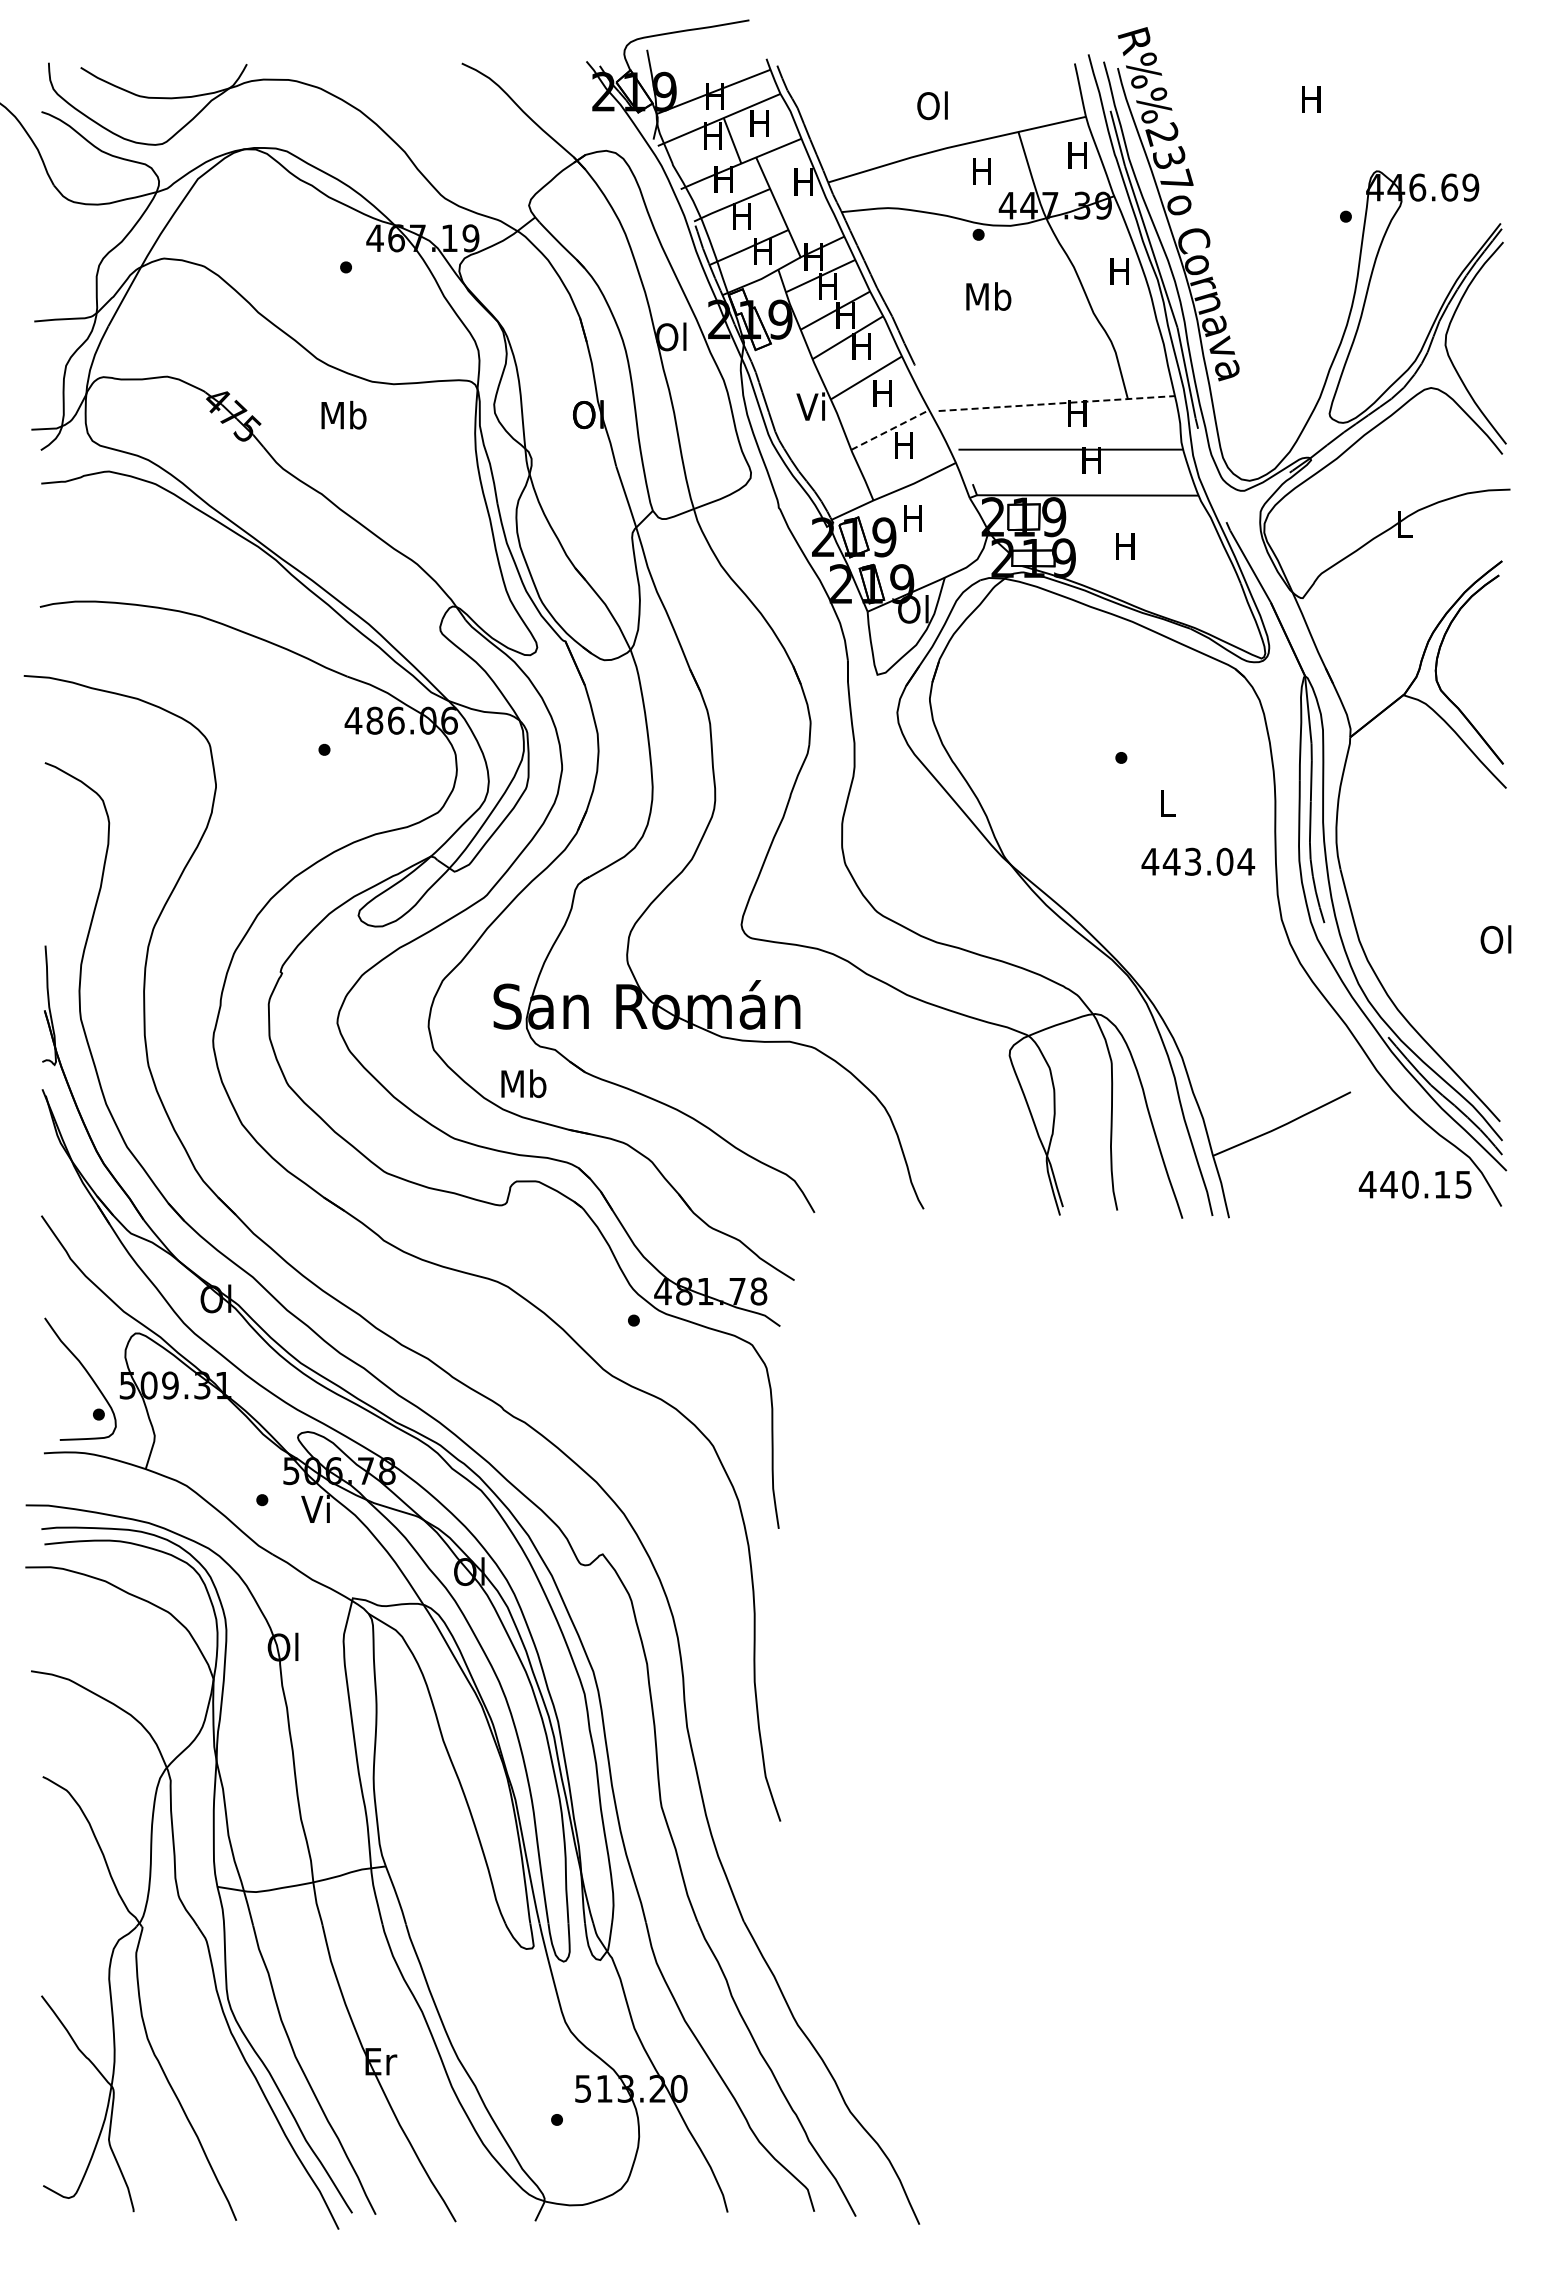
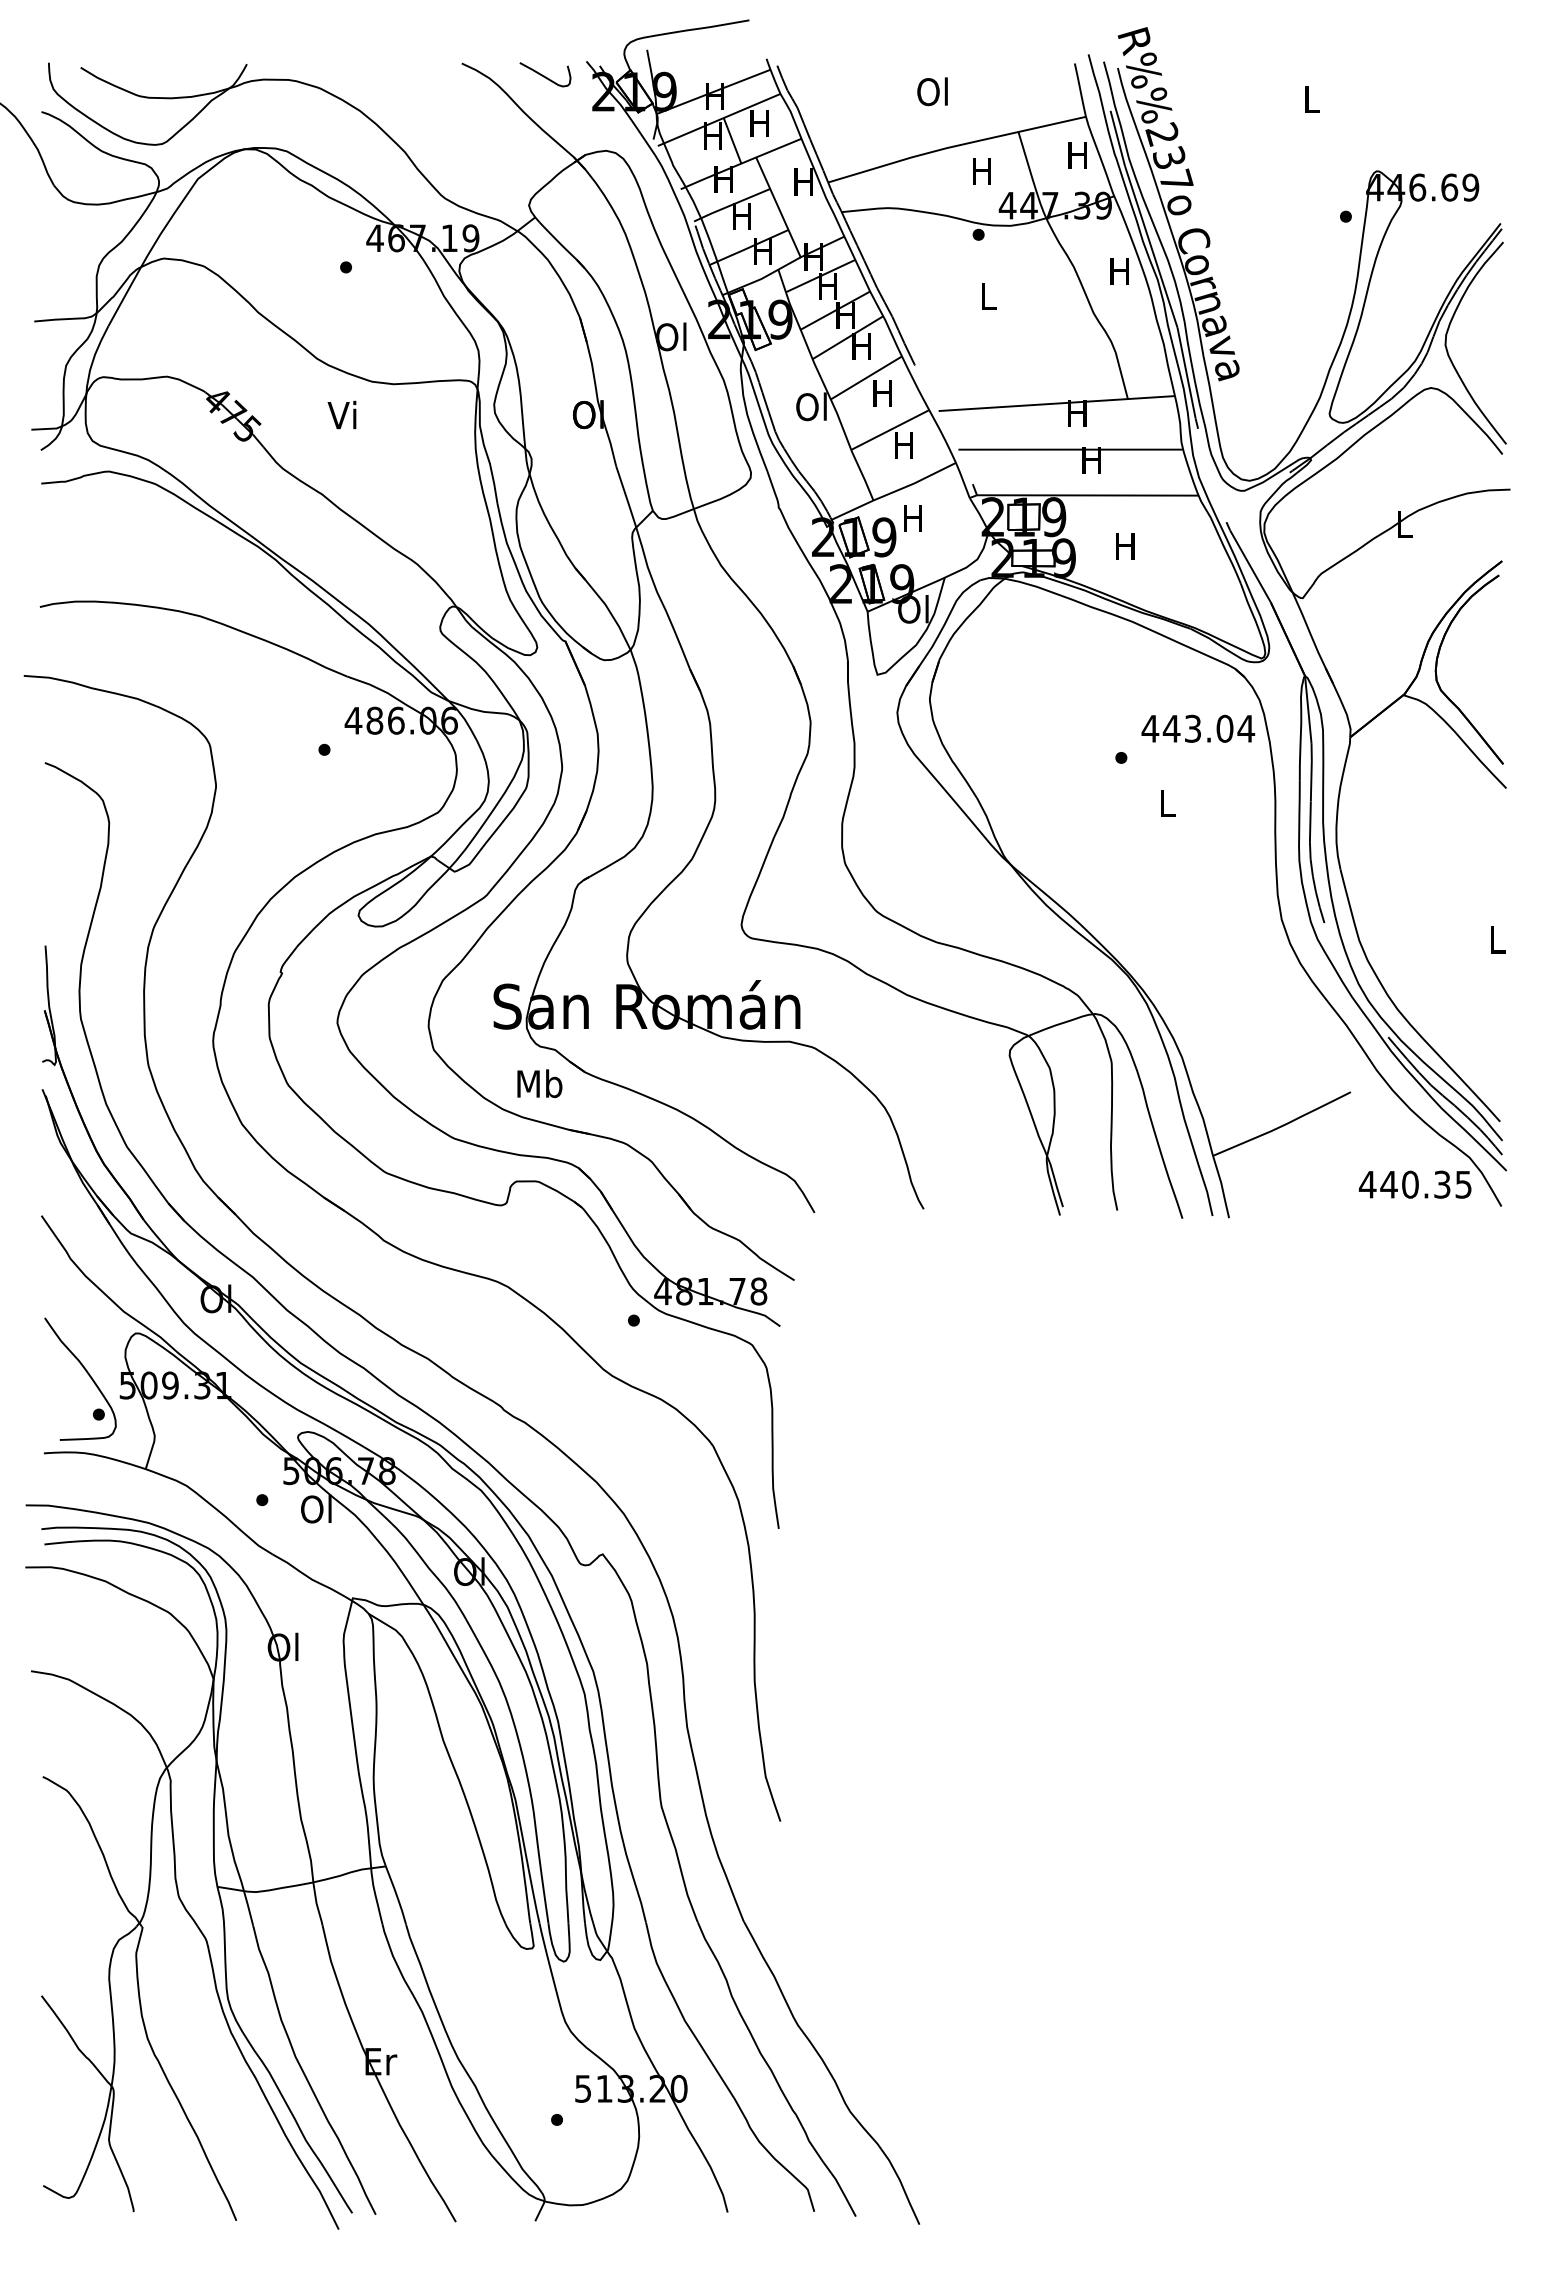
curve at (544, 75): none -> present
text at (1311, 99): H -> L
text at (932, 105) position: (932, 105) -> (932, 91)
text at (988, 296): Mb -> L
line at (1056, 403): dashed -> solid
text at (811, 406): Vi -> Ol
text at (343, 414): Mb -> Vi
line at (890, 430): dashed -> solid
text at (1198, 861) position: (1198, 861) -> (1198, 728)
text at (1495, 939): Ol -> L
text at (523, 1083) position: (523, 1083) -> (539, 1083)
text at (1442, 1184): 440.15 -> 440.35
text at (316, 1508): Vi -> Ol
